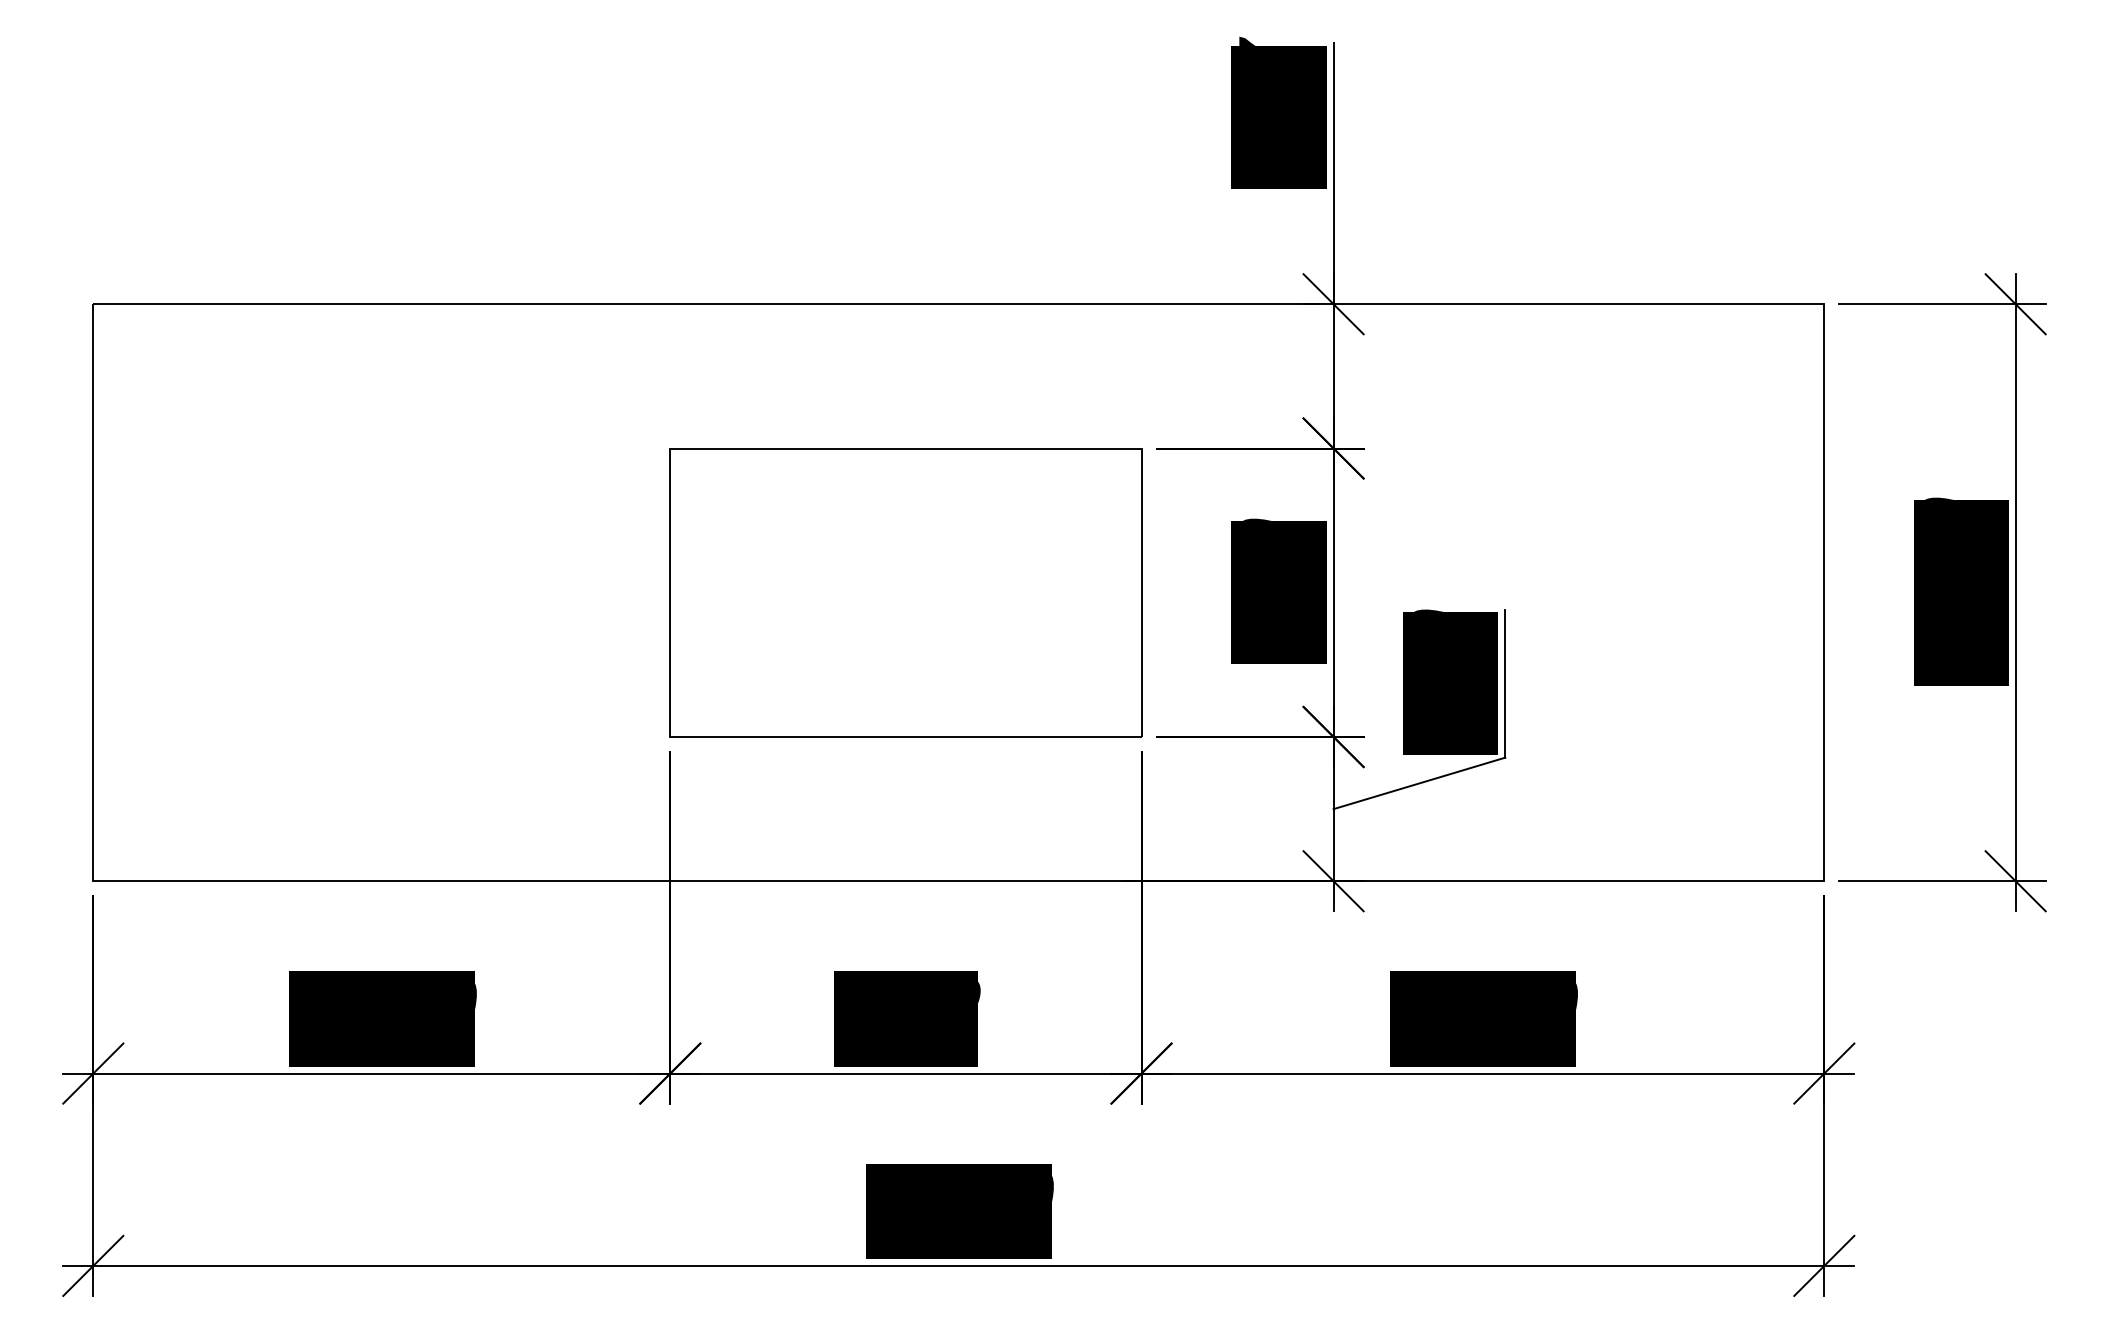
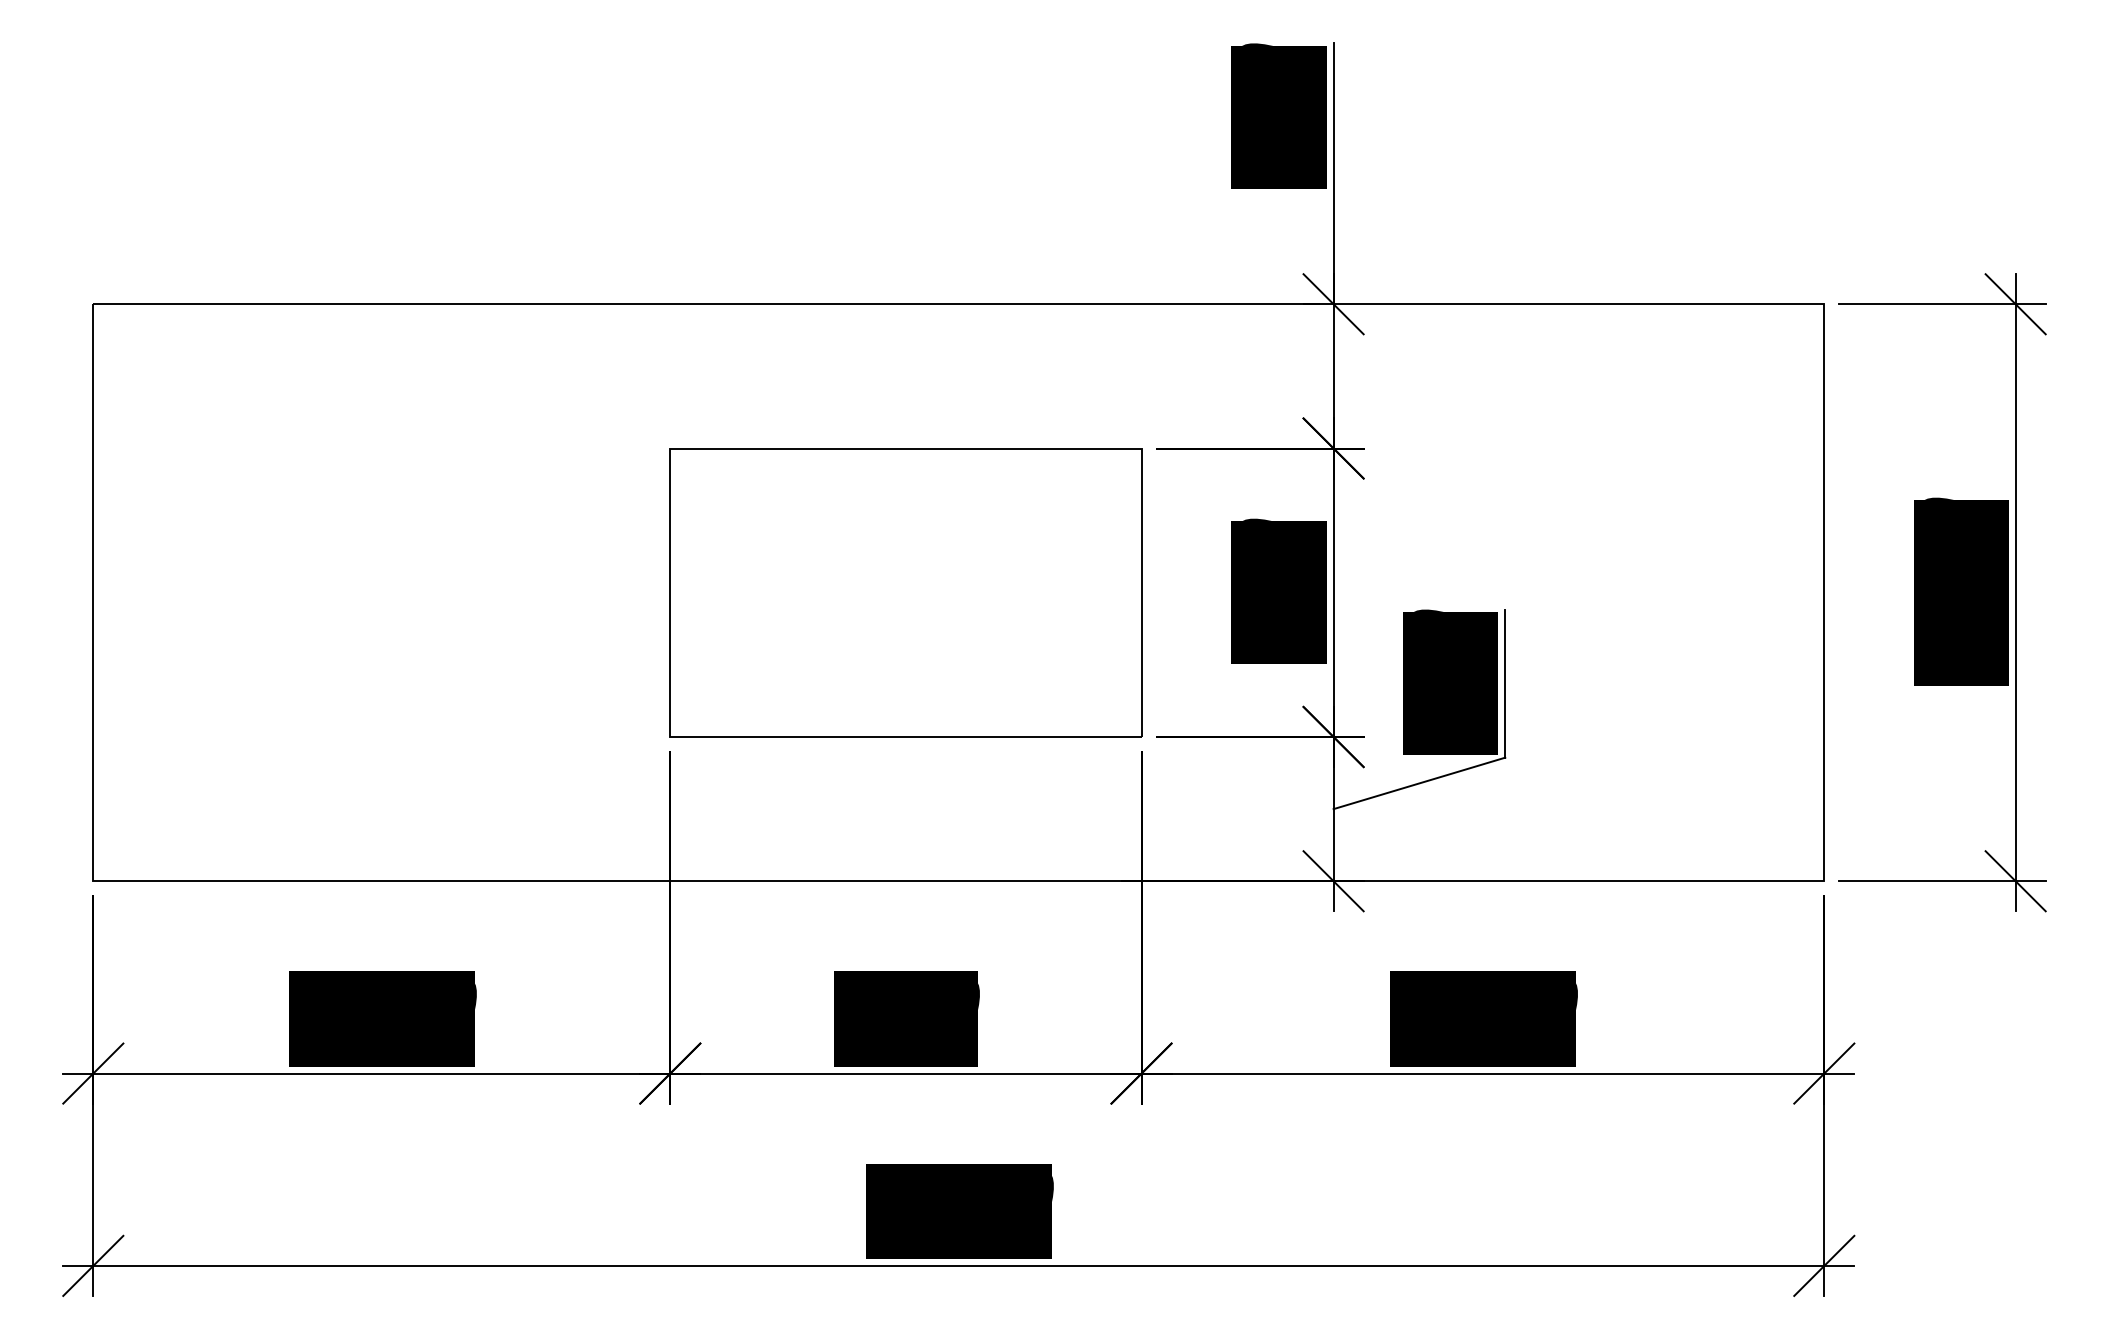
text at (1255, 40): 317 -> 300
text at (979, 995): 988 -> 980
